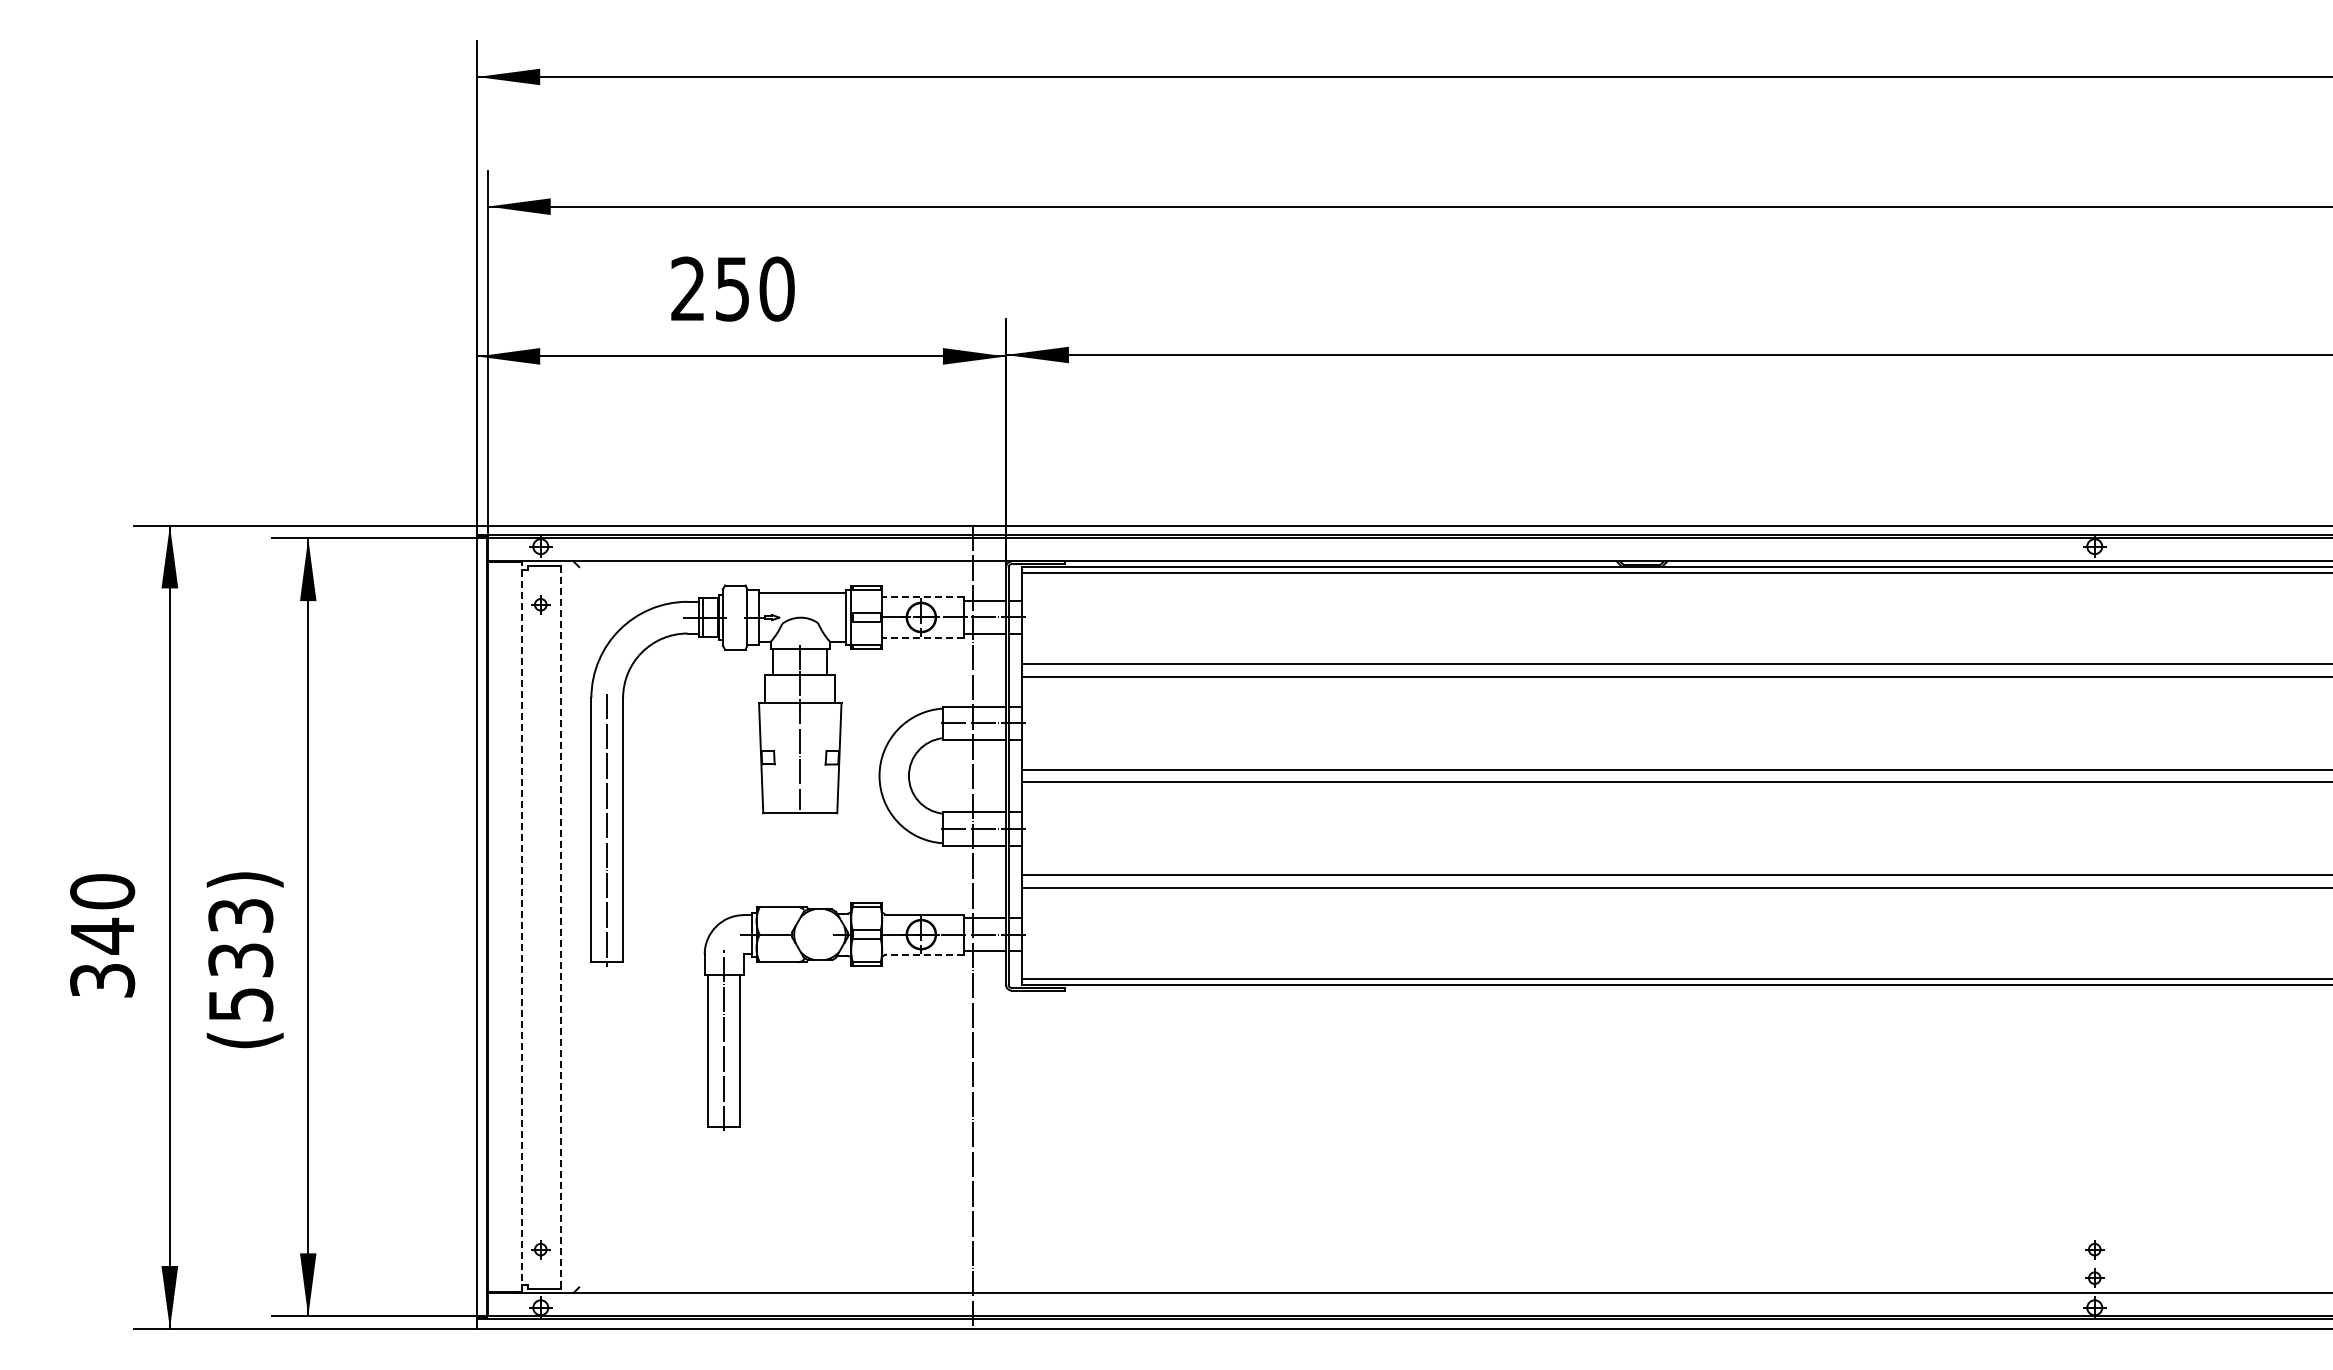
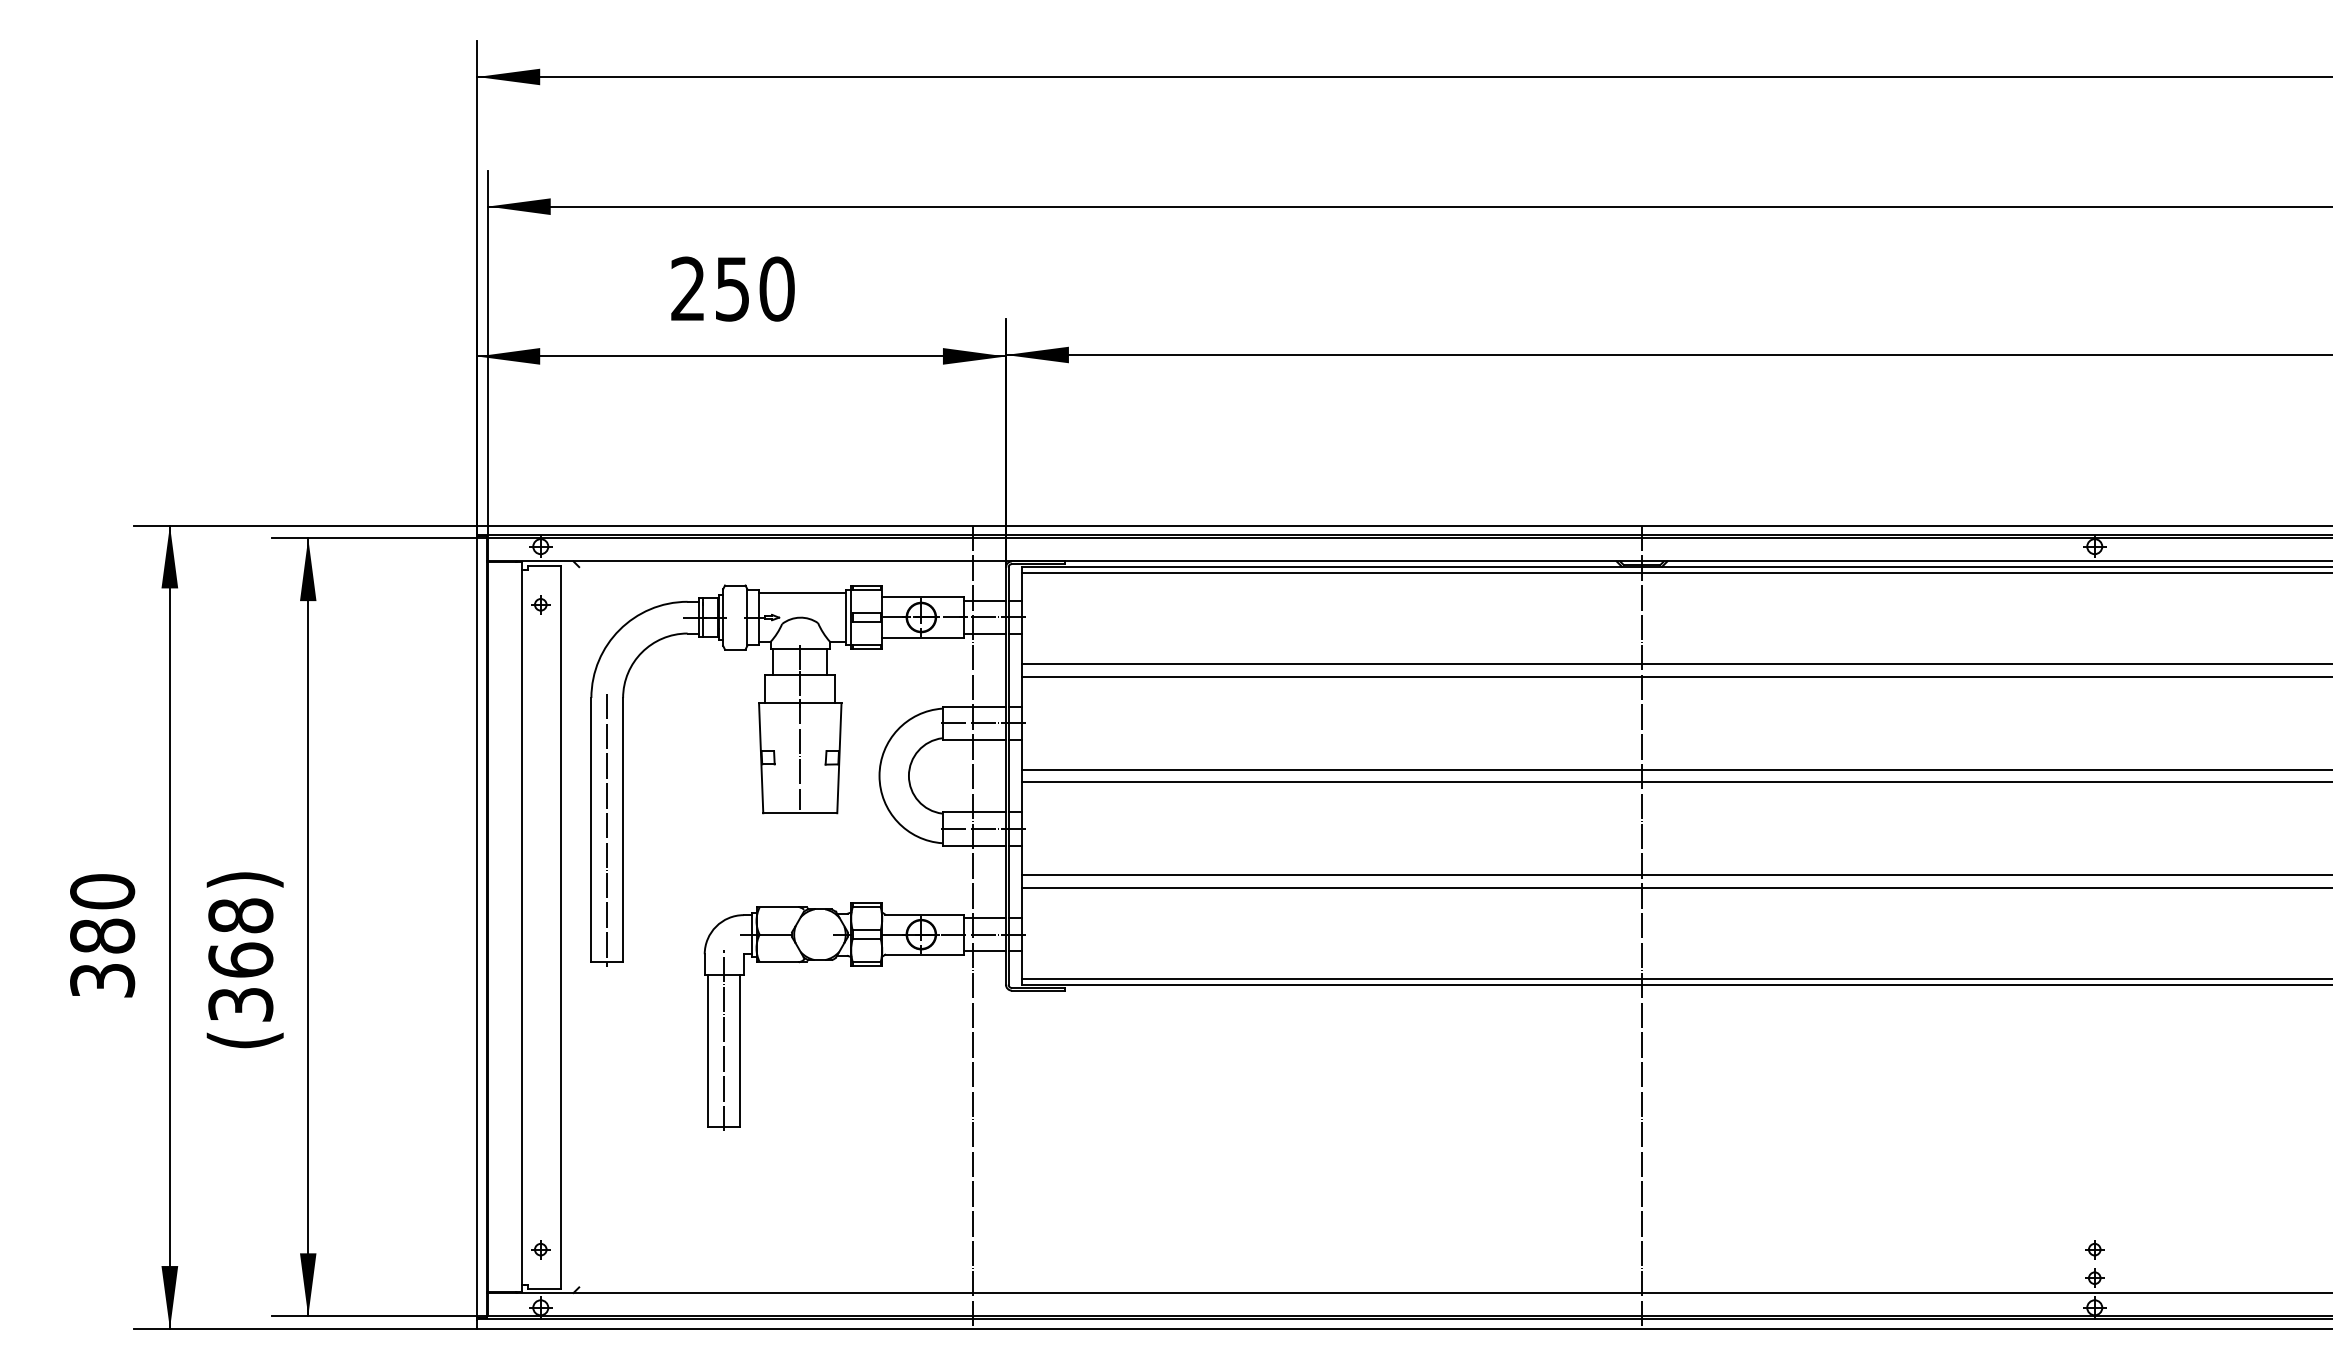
line at (922, 597): dashed -> solid
line at (922, 637): dashed -> solid
line at (521, 926): dashed -> solid
line at (1642, 926): none -> present
line at (561, 927): dashed -> solid
text at (102, 935): 340 -> 380
line at (923, 954): dashed -> solid
text at (240, 959): 533 -> 368
